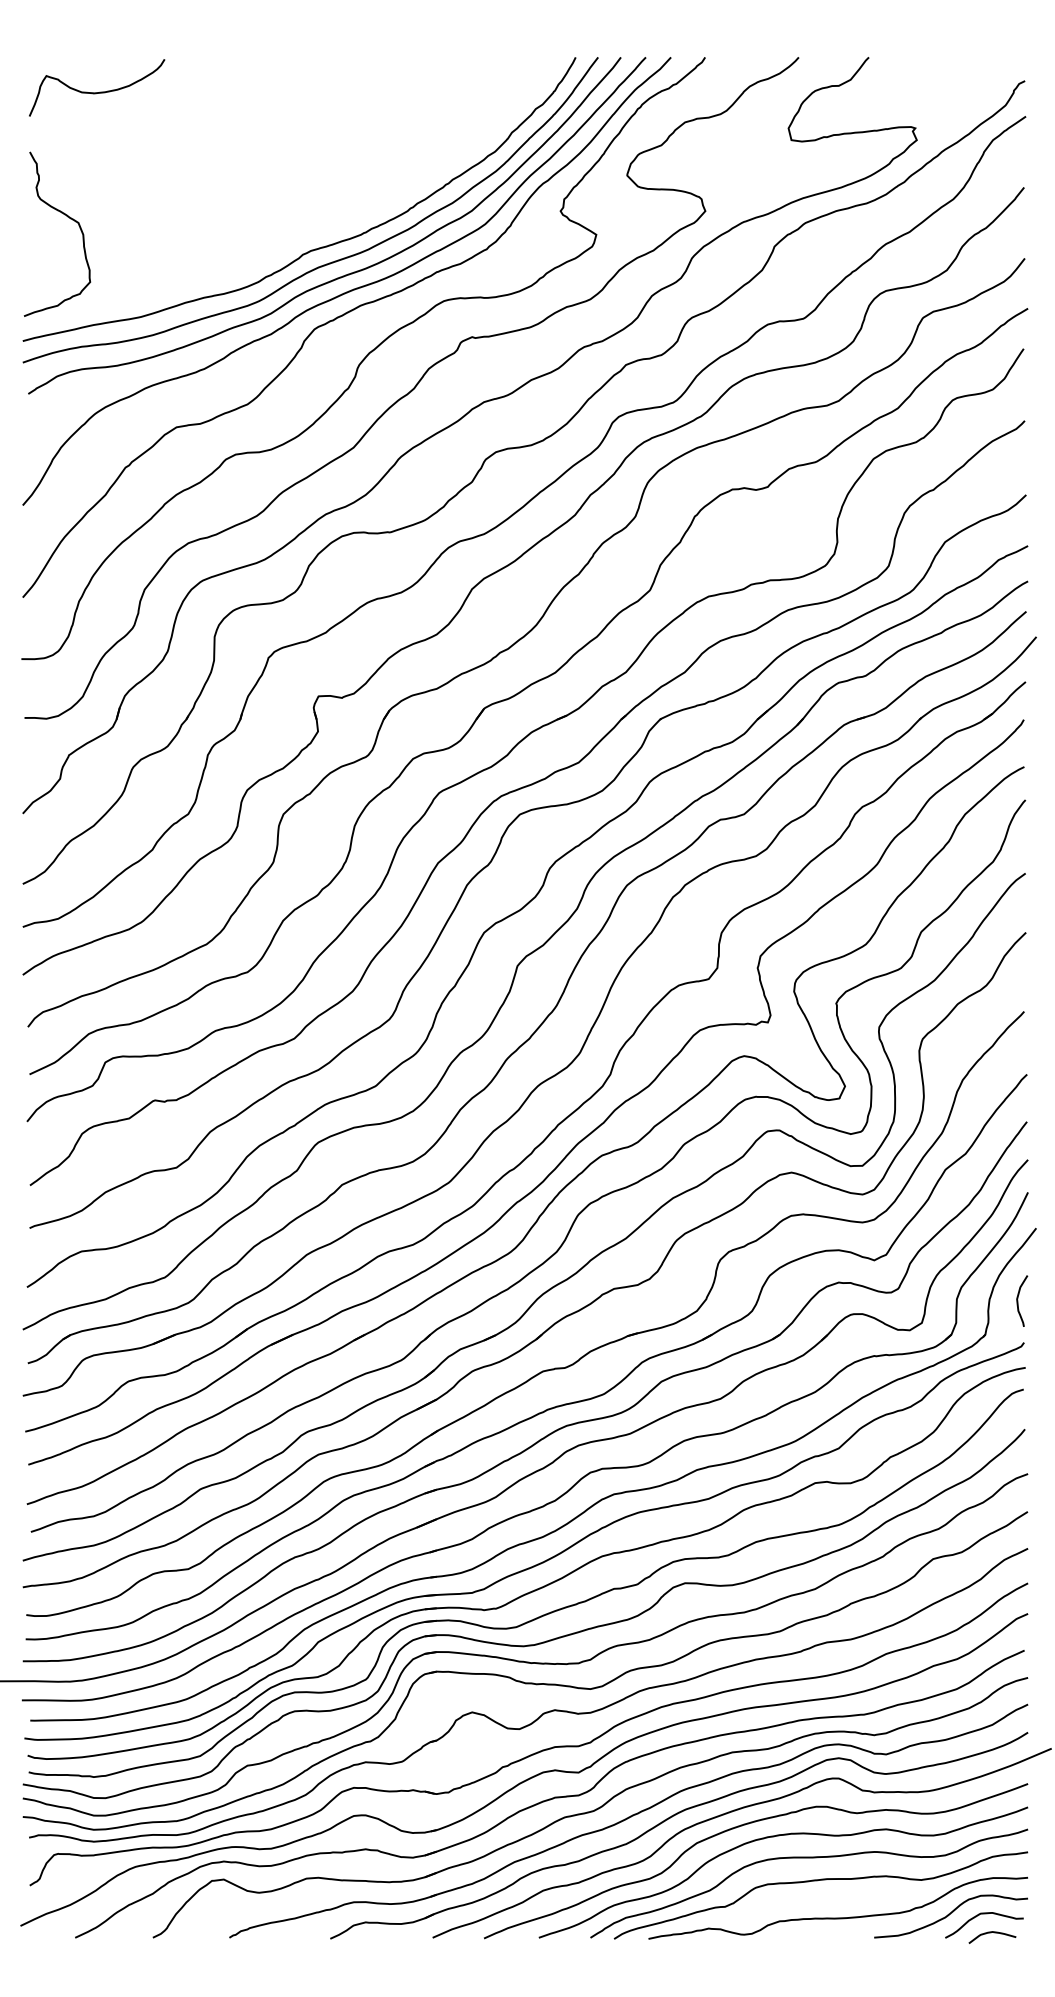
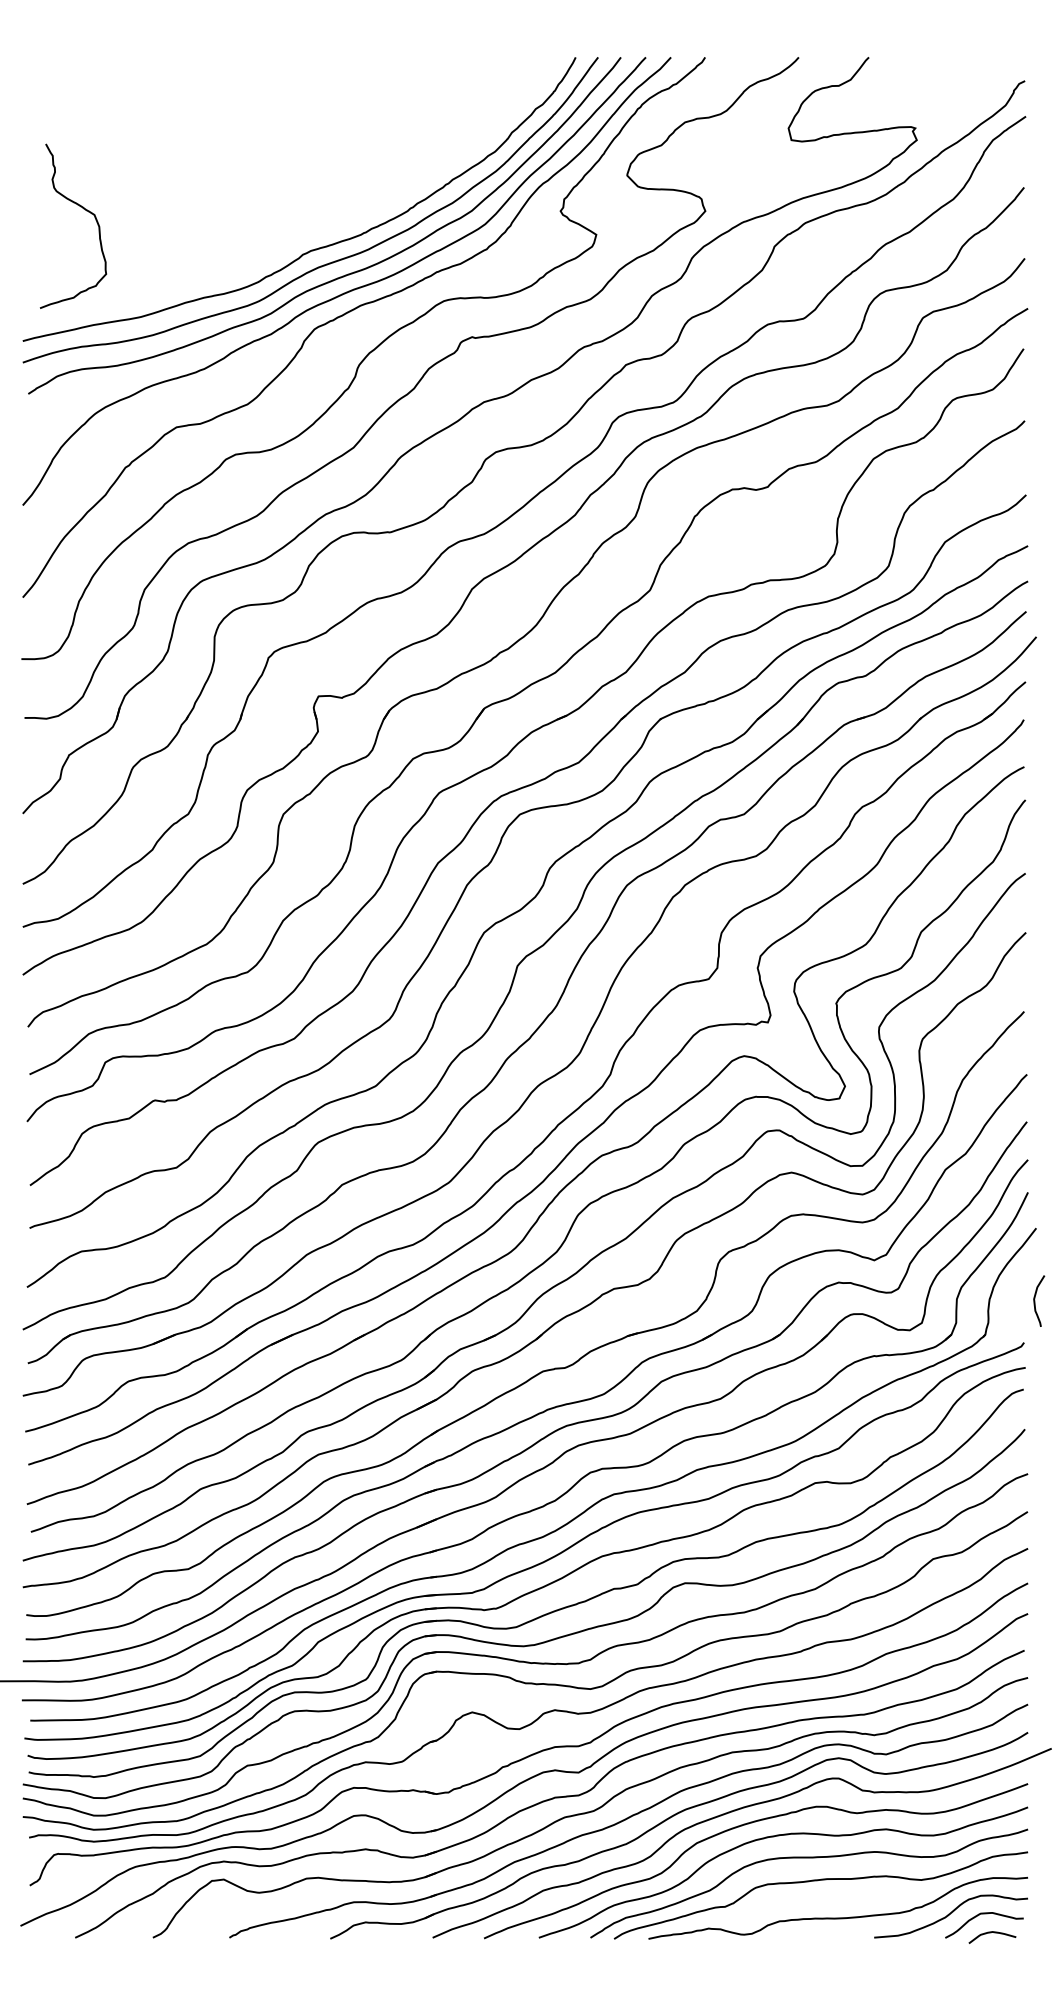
curve at (99, 91): present -> none
curve at (67, 217) position: (67, 217) -> (83, 209)
curve at (1018, 1300) position: (1018, 1300) -> (1035, 1300)
